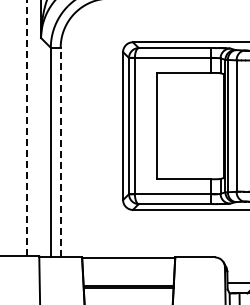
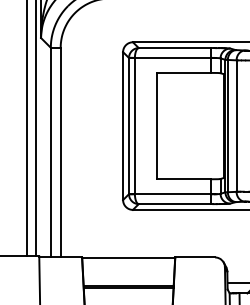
line at (26, 128): dashed -> solid
line at (36, 129): none -> present
line at (60, 152): dashed -> solid
